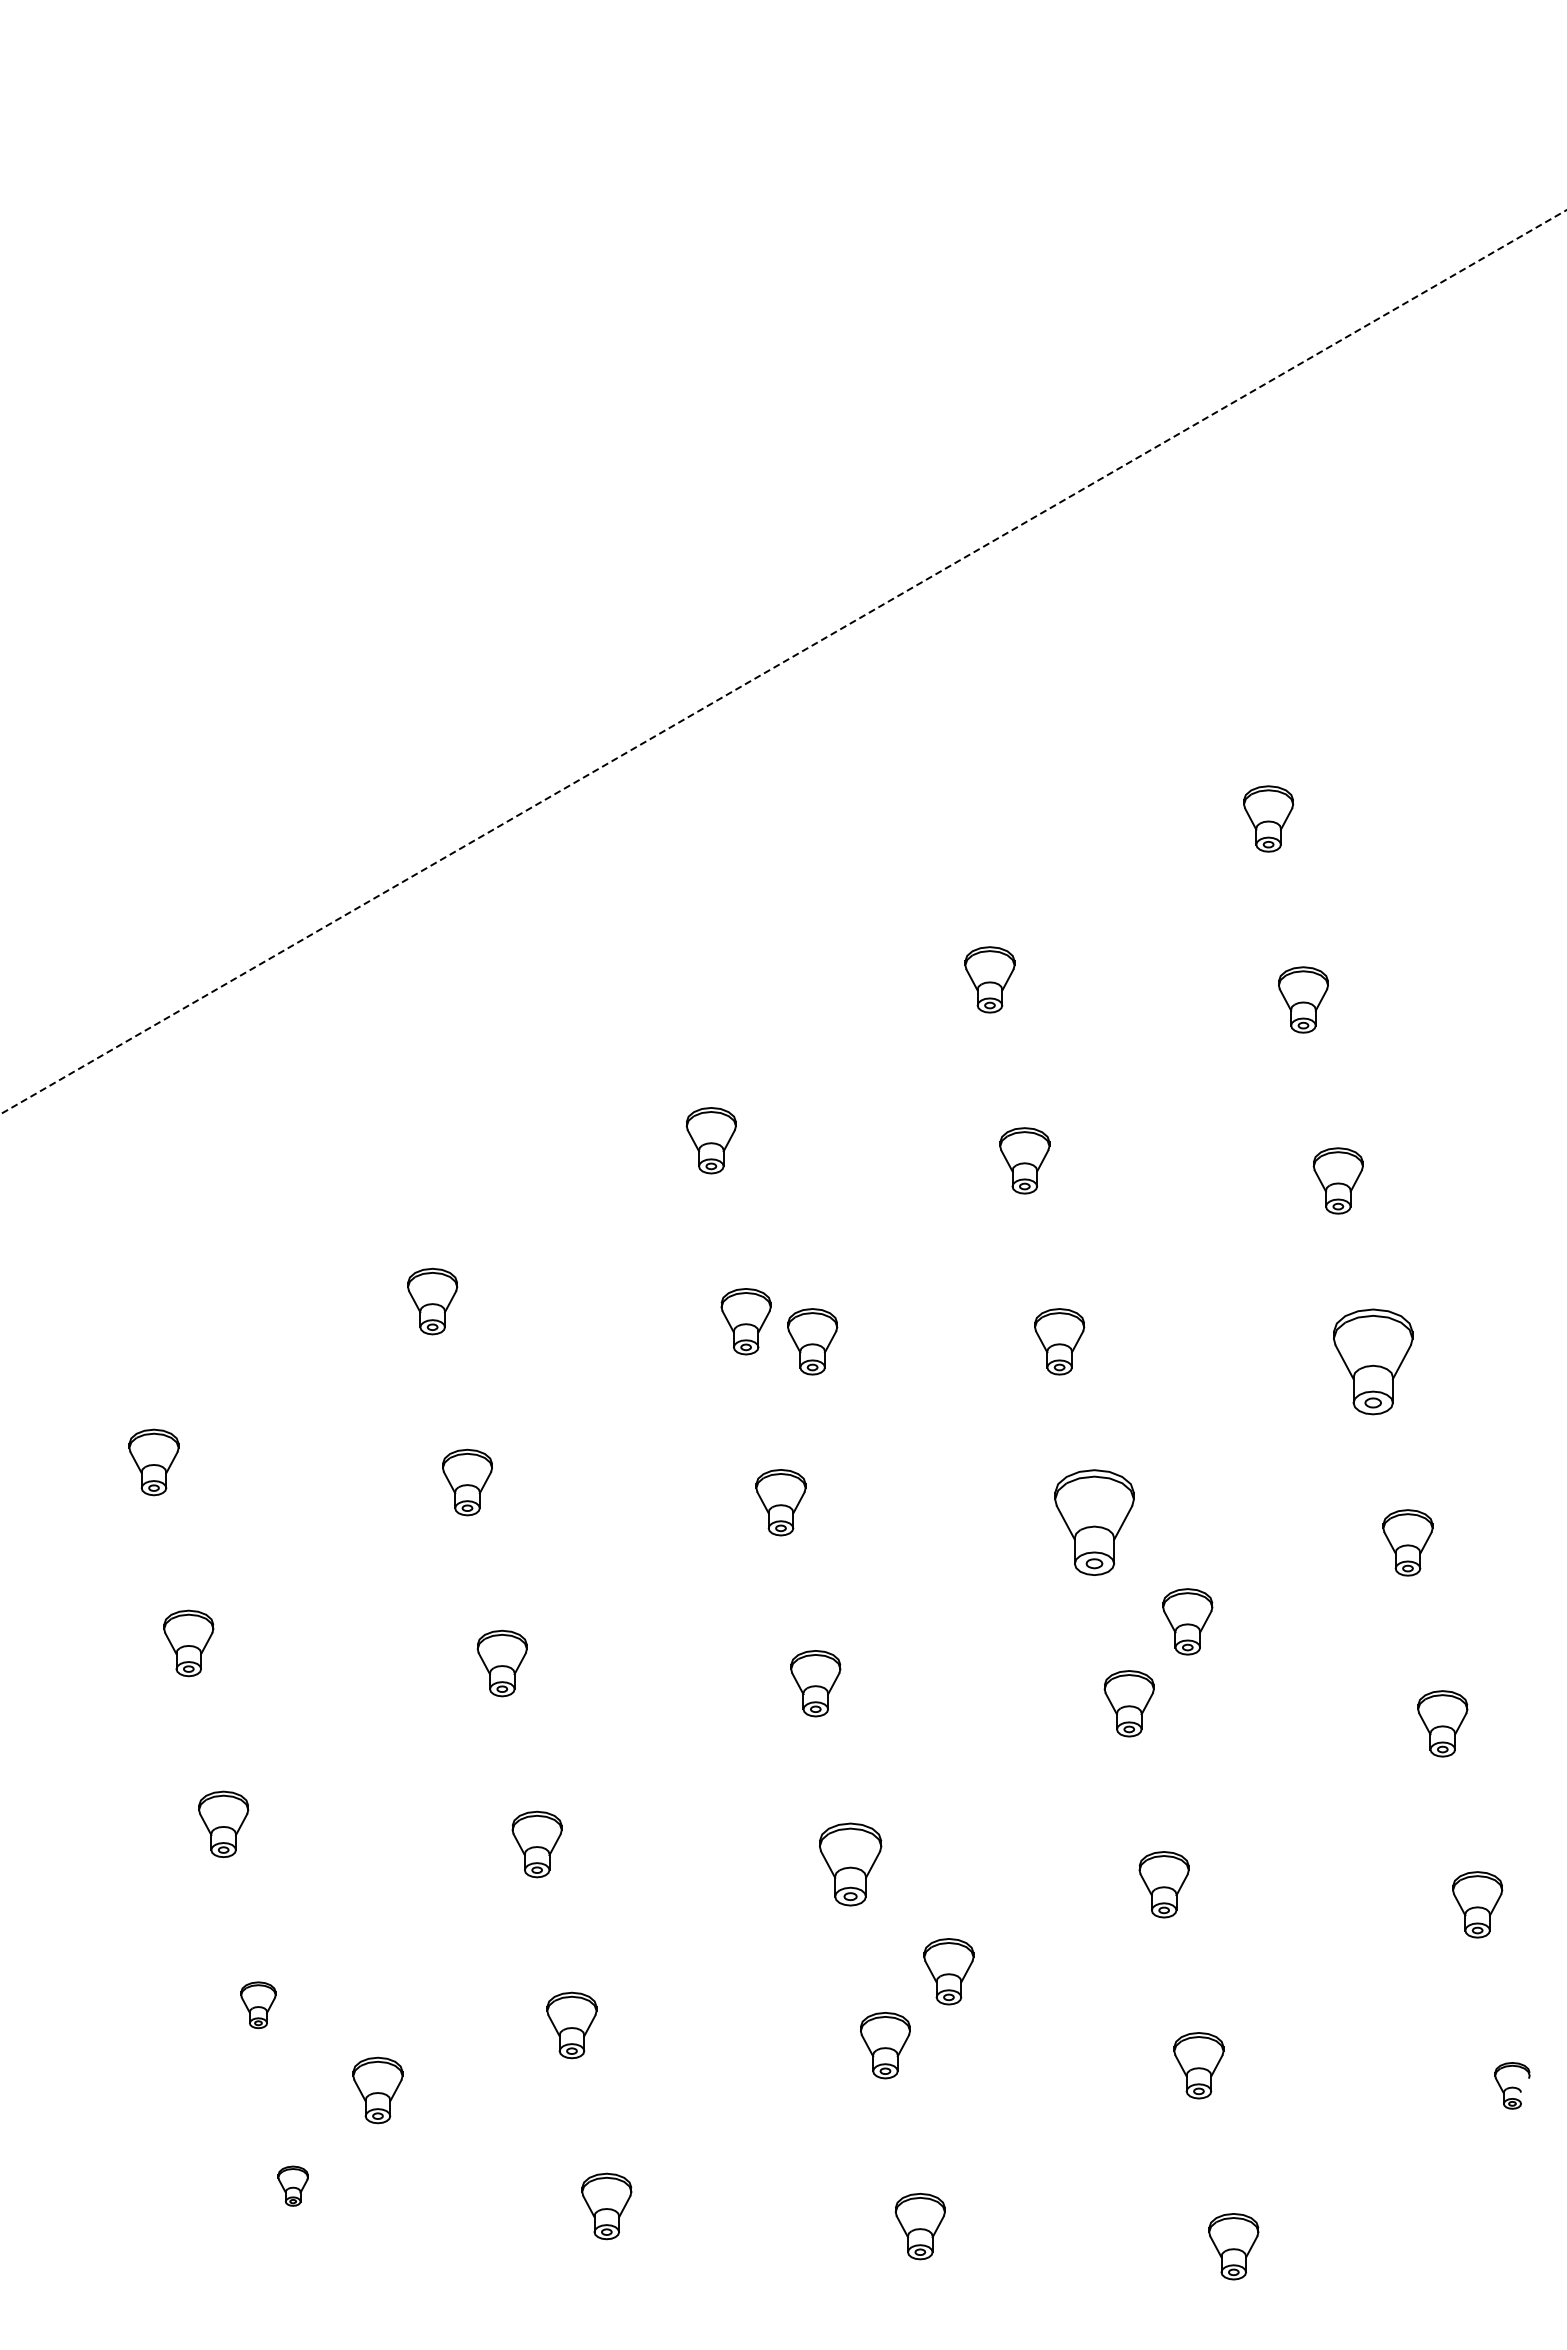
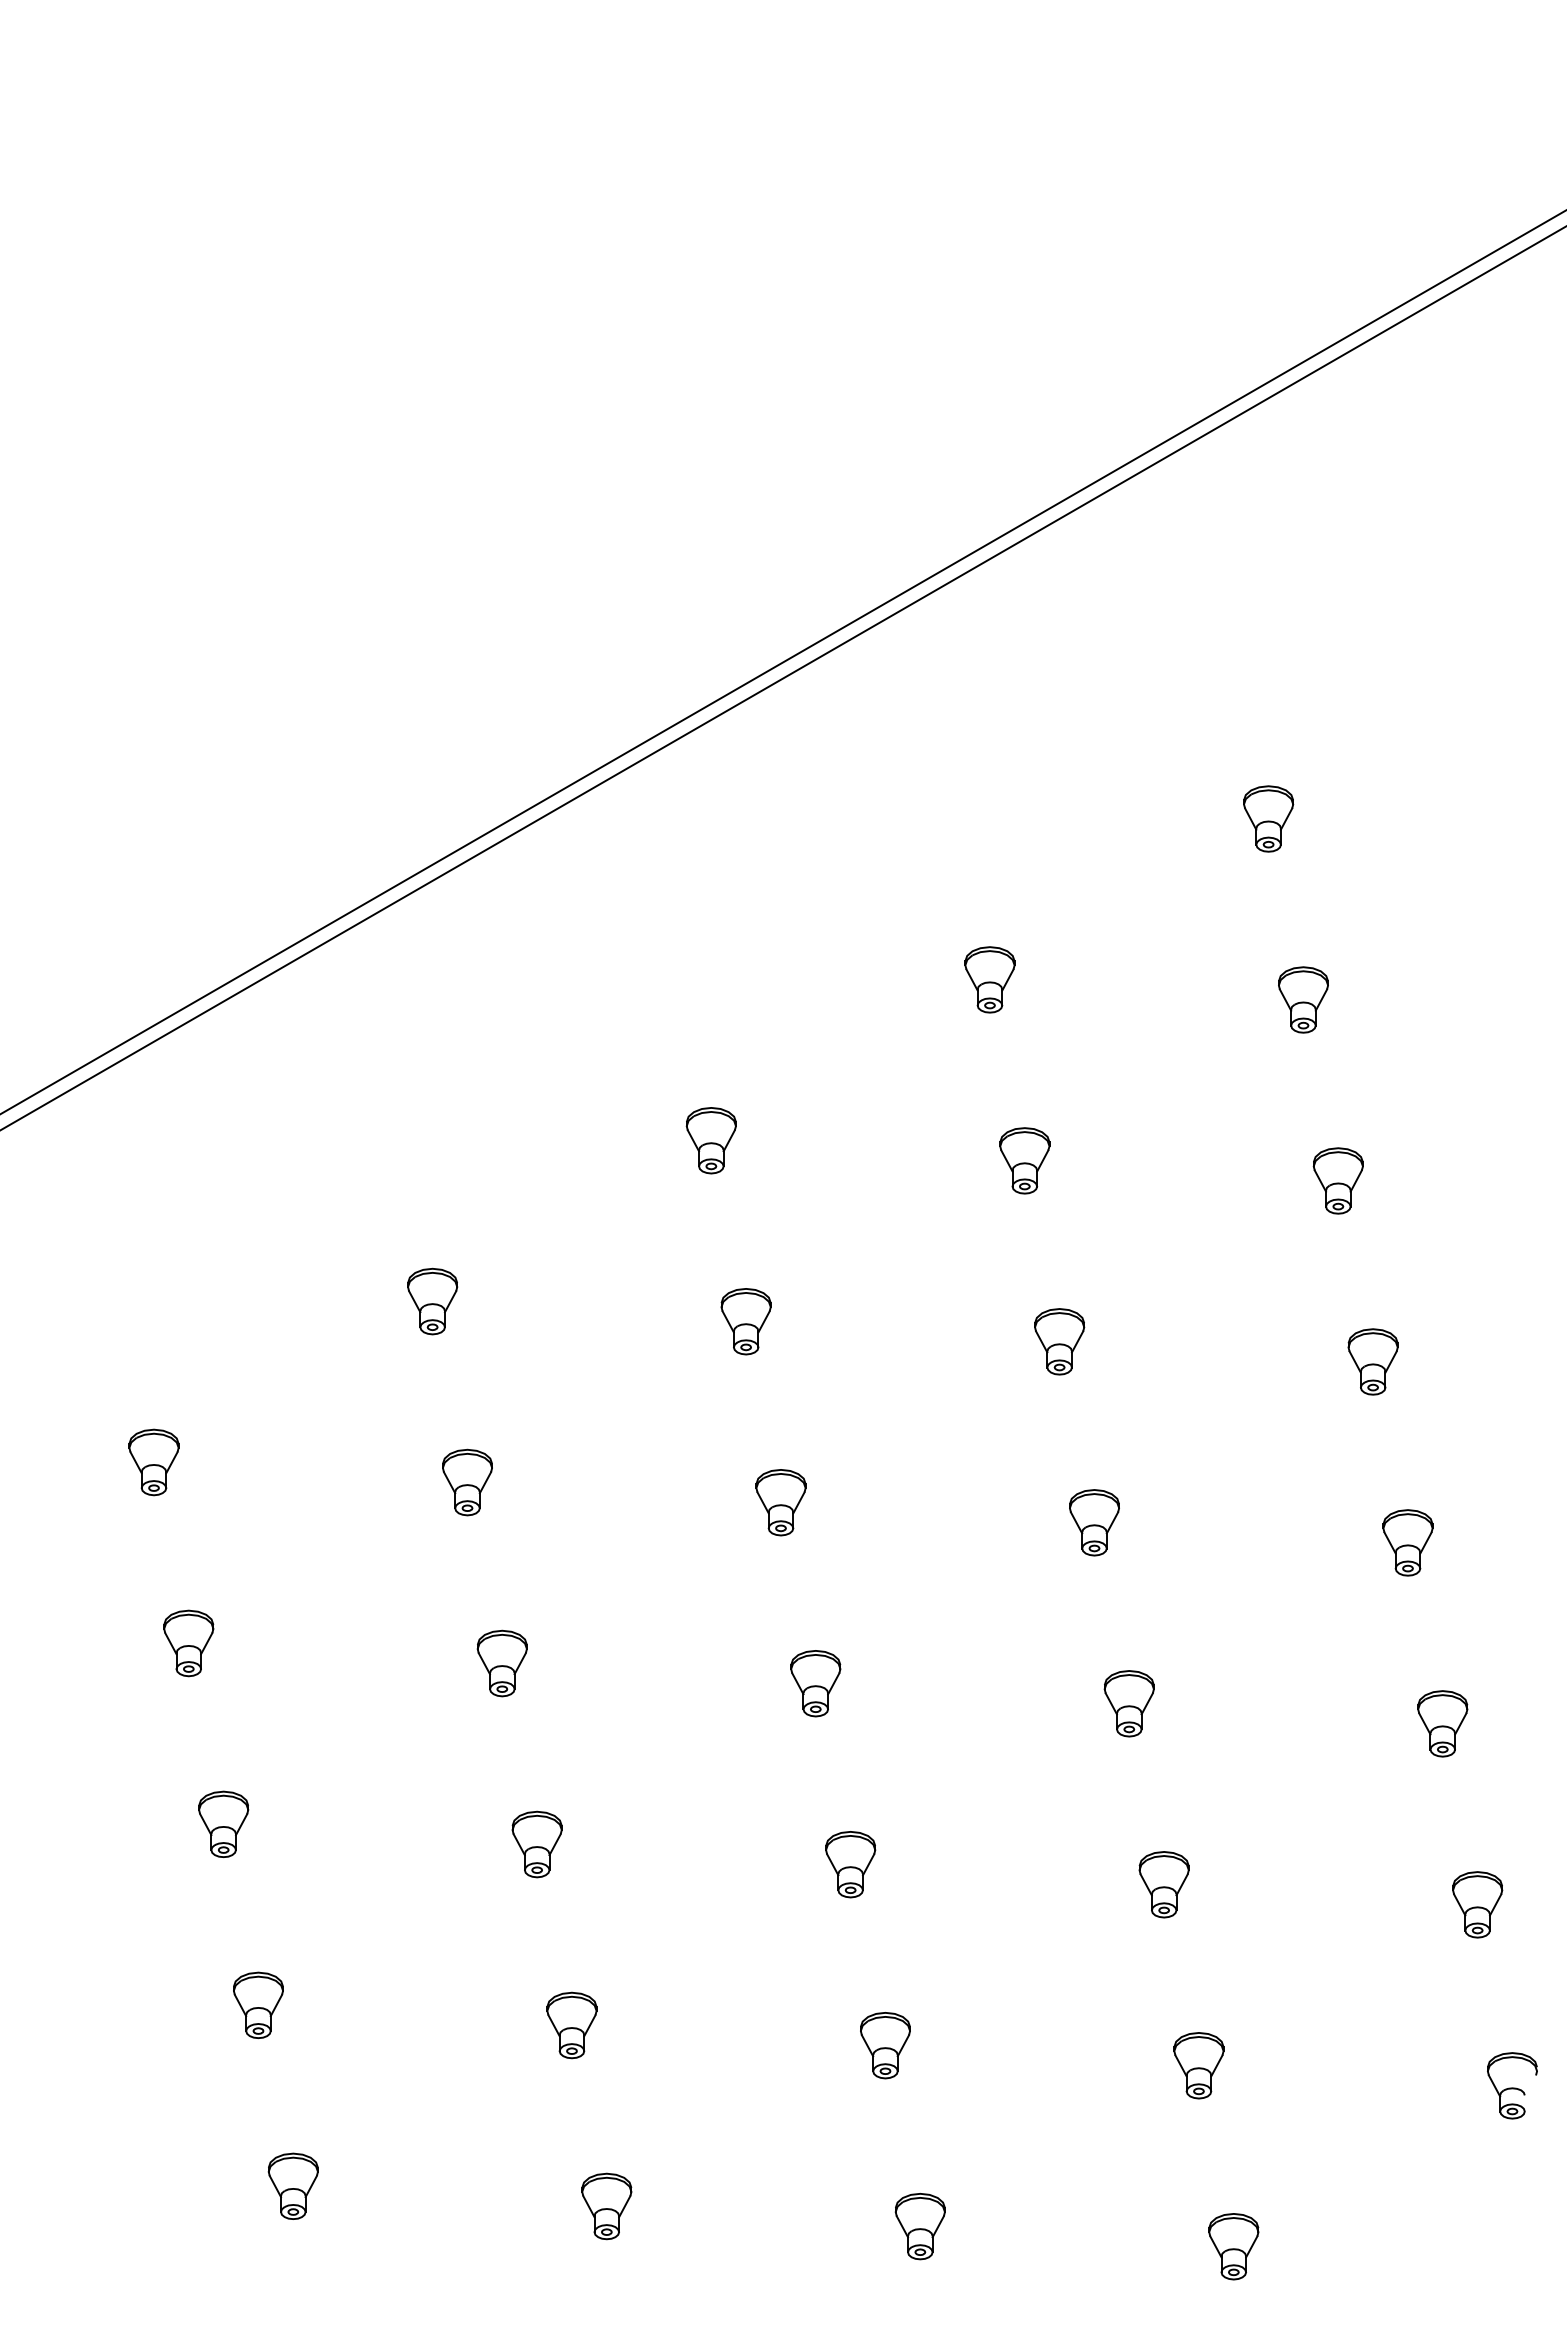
line at (783, 662): dashed -> solid
line at (782, 678): none -> present
part at (812, 1341): present -> none
part at (1373, 1361) size: 81x108 px -> 52x68 px
part at (1094, 1522) size: 81x107 px -> 51x68 px
part at (1187, 1621): present -> none
part at (850, 1864) size: 64x85 px -> 52x68 px
part at (948, 1971): present -> none
part at (258, 2005) size: 37x49 px -> 51x68 px
part at (1512, 2085) size: 37x48 px -> 51x68 px
part at (377, 2090): present -> none
part at (292, 2185) size: 32x42 px -> 52x68 px
